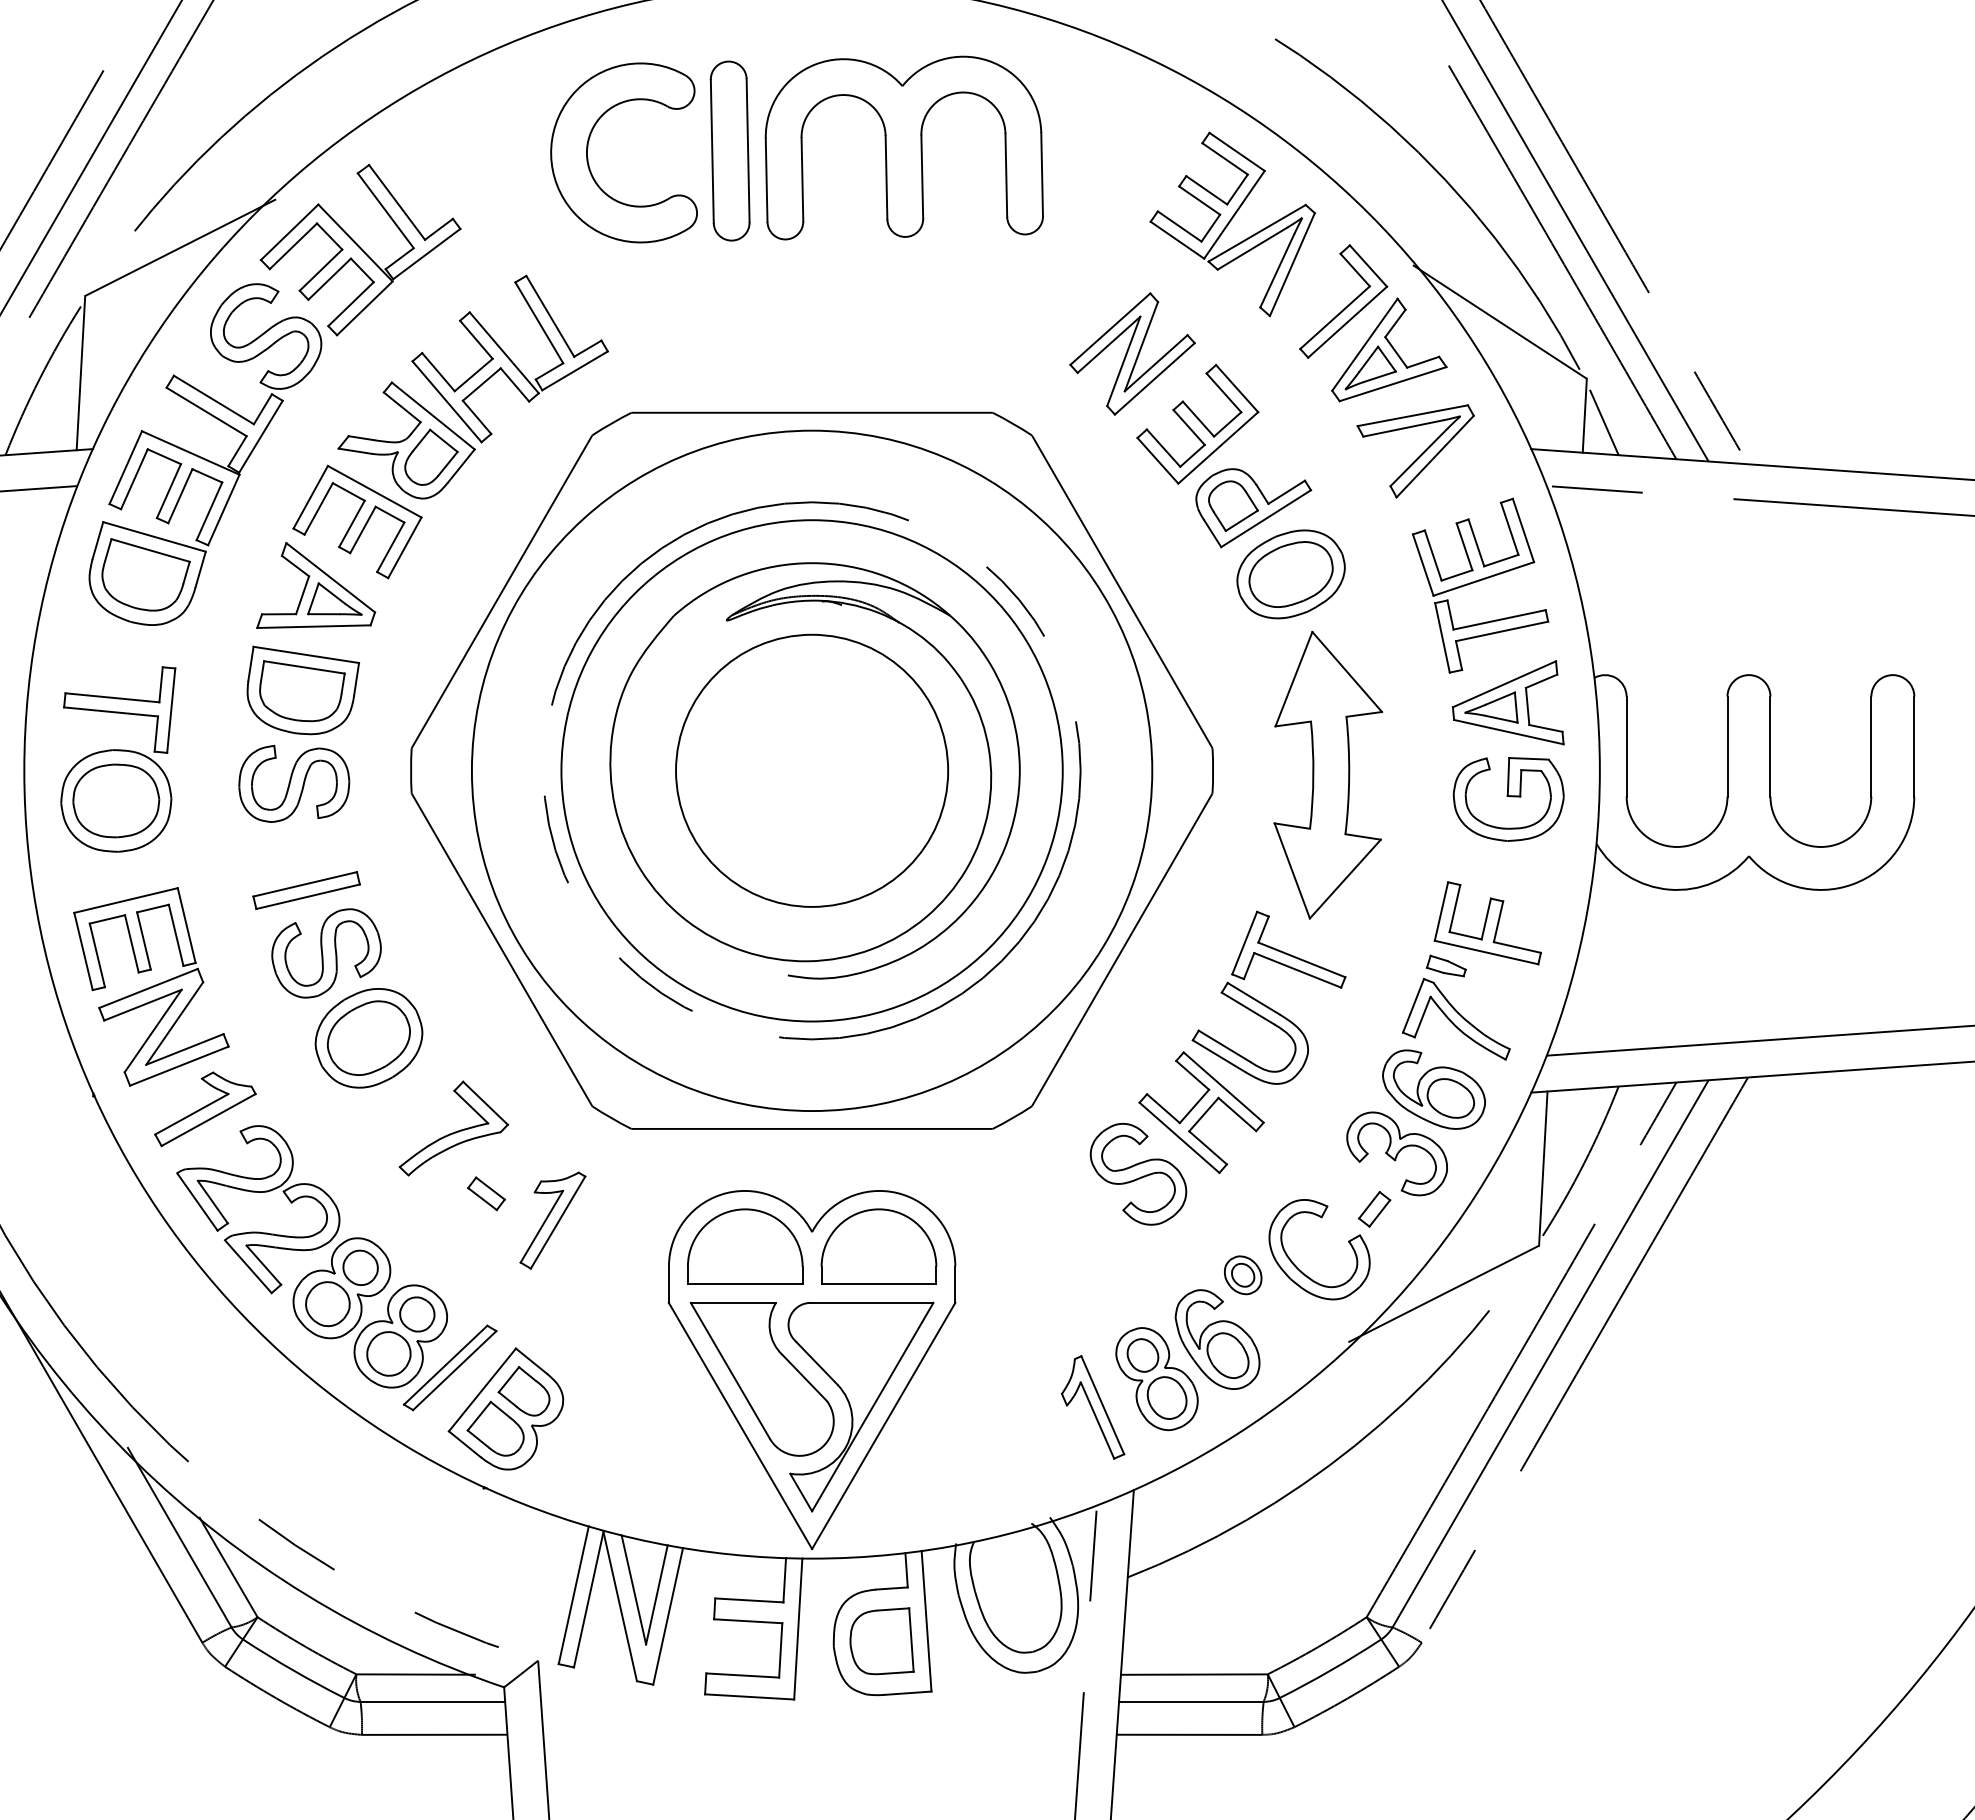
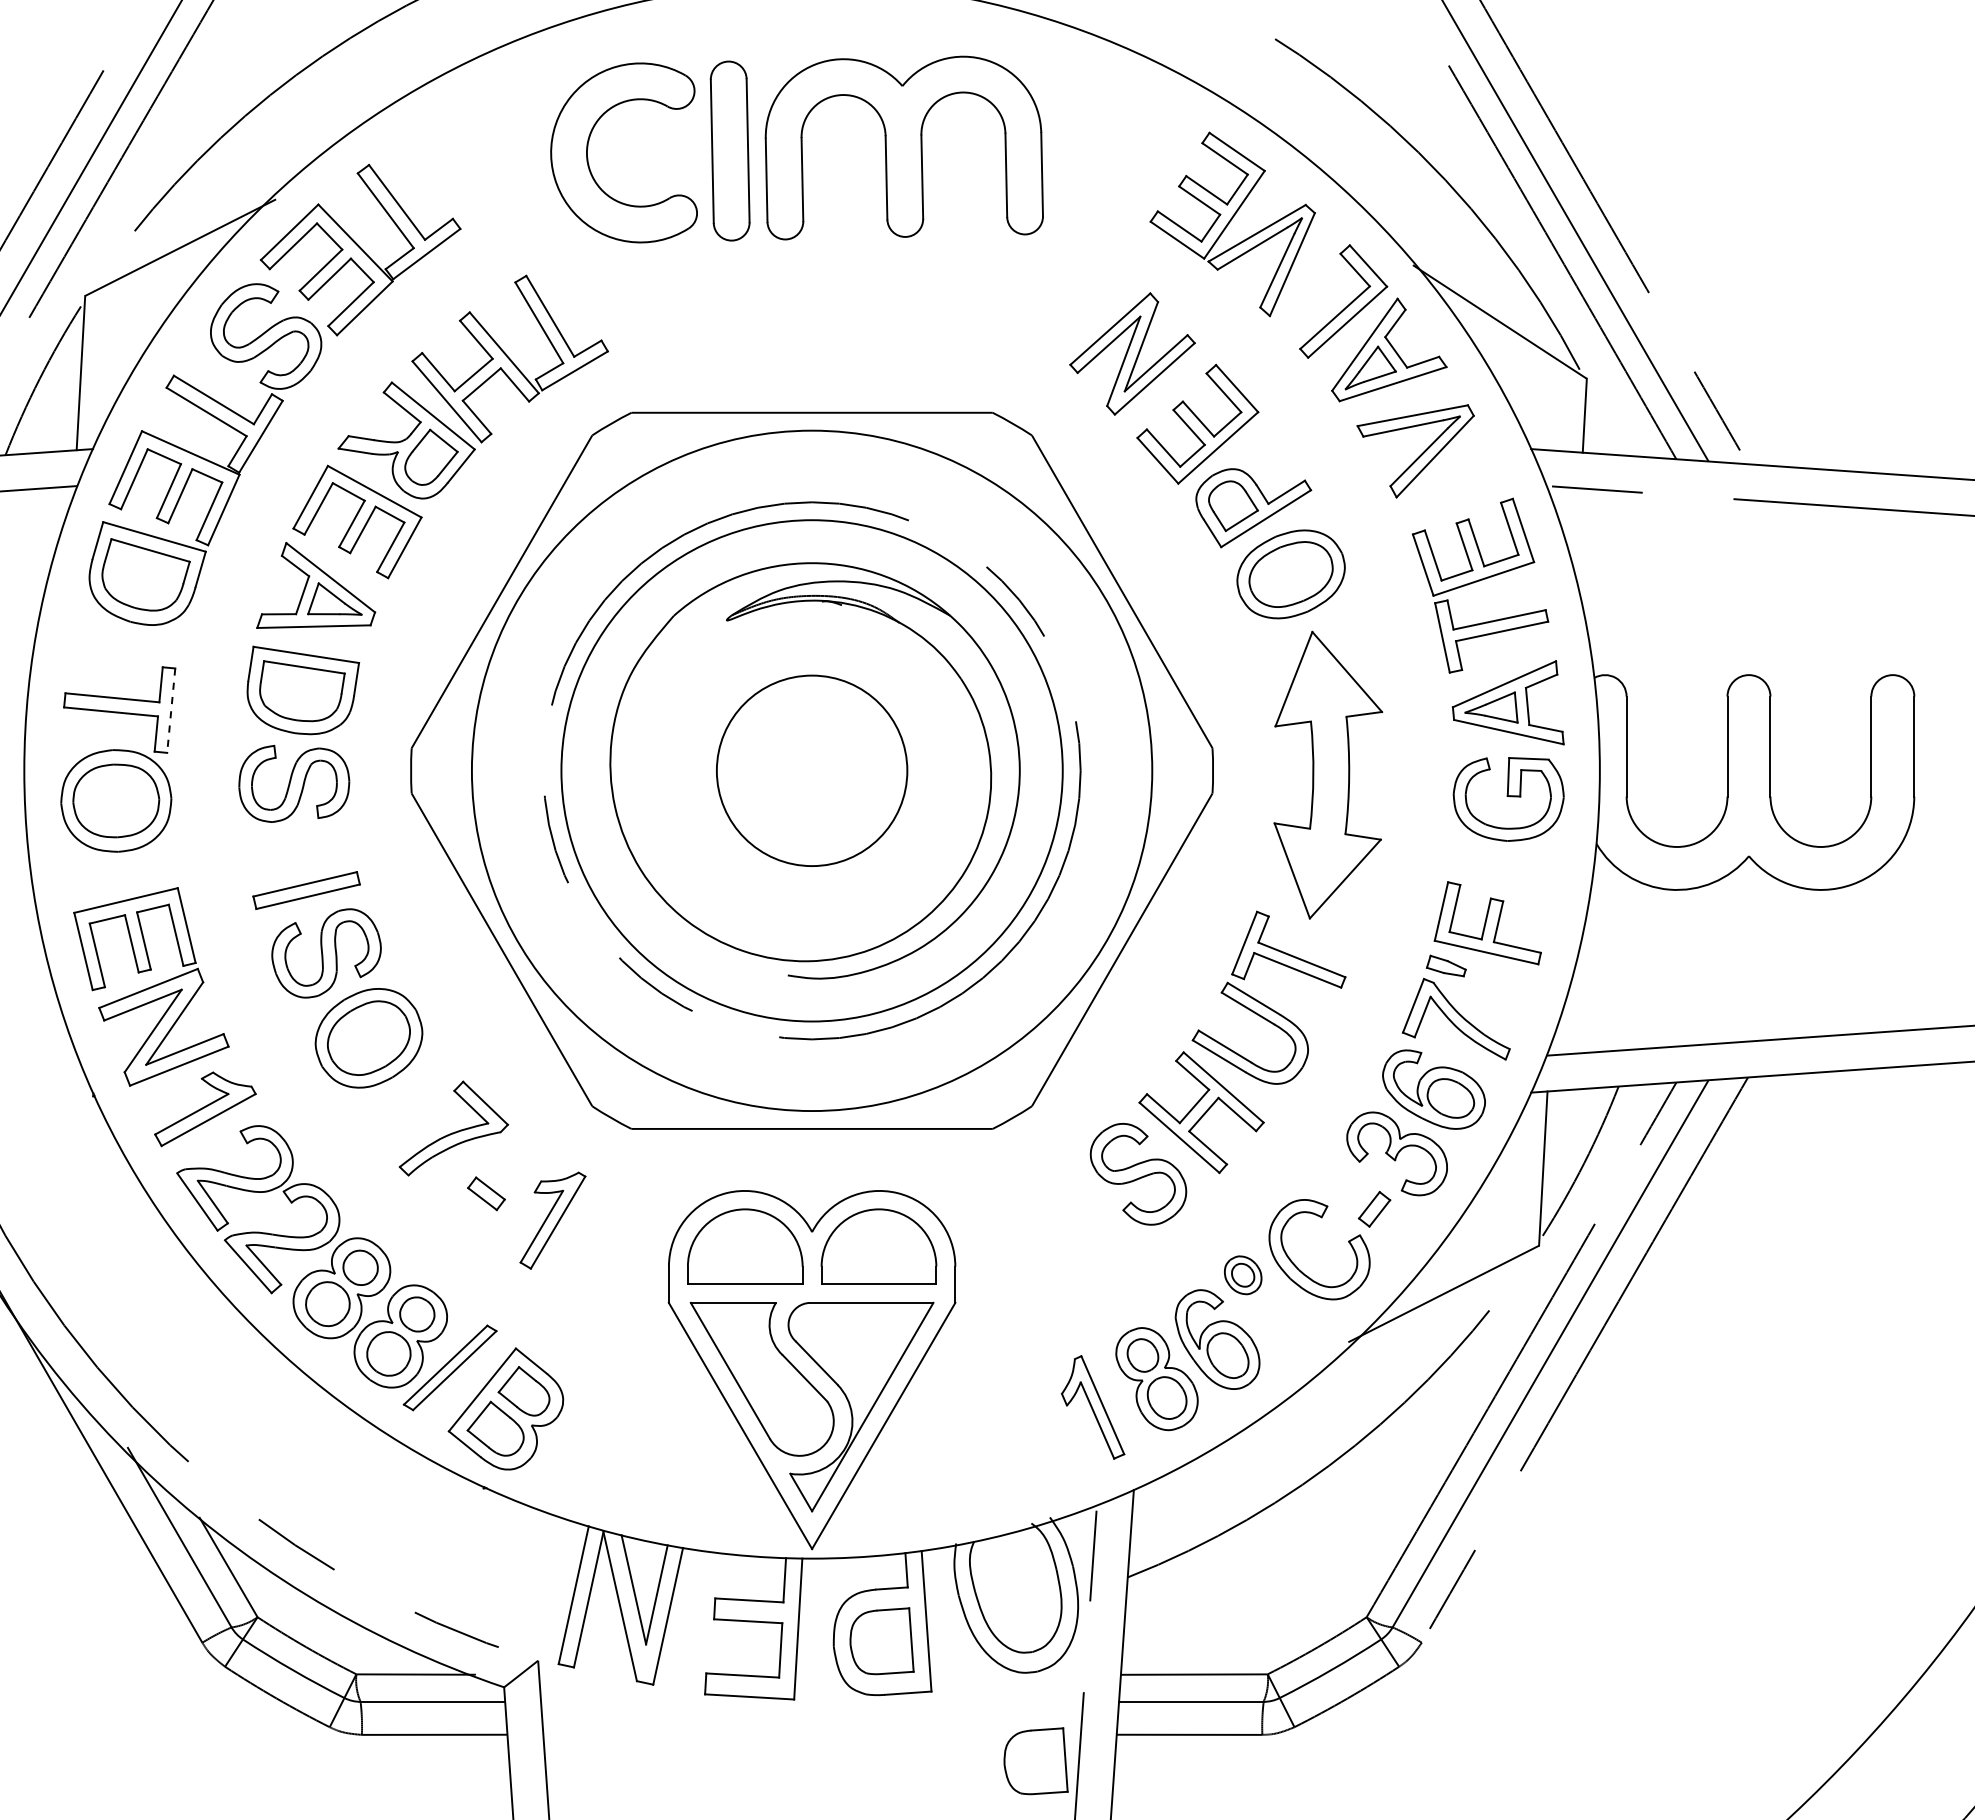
line at (1603, 422): present -> none
line at (171, 711): solid -> dashed
circle at (812, 770) diameter: 272 px -> 190 px
part at (1035, 1761): none -> present
